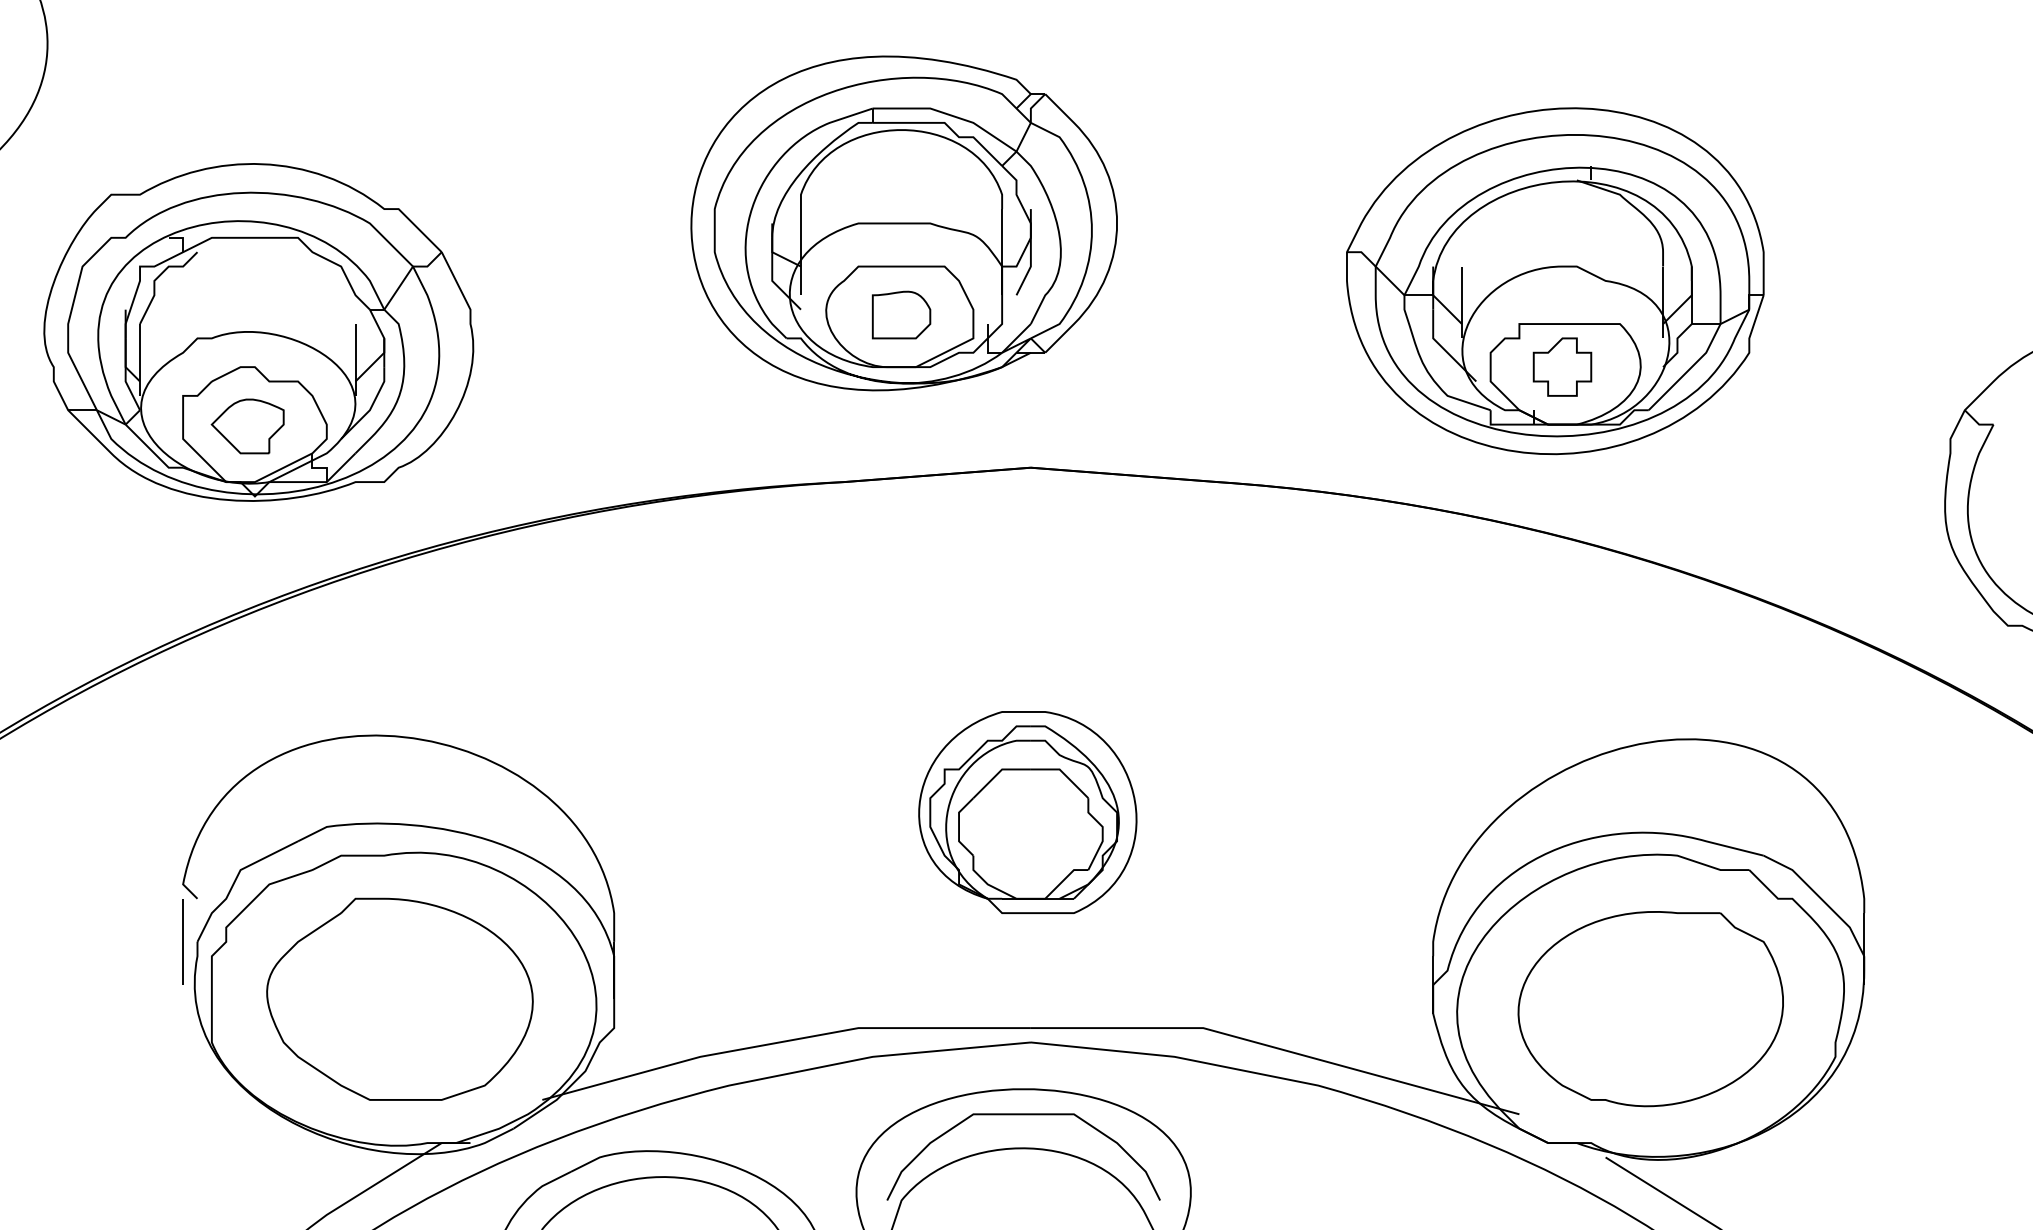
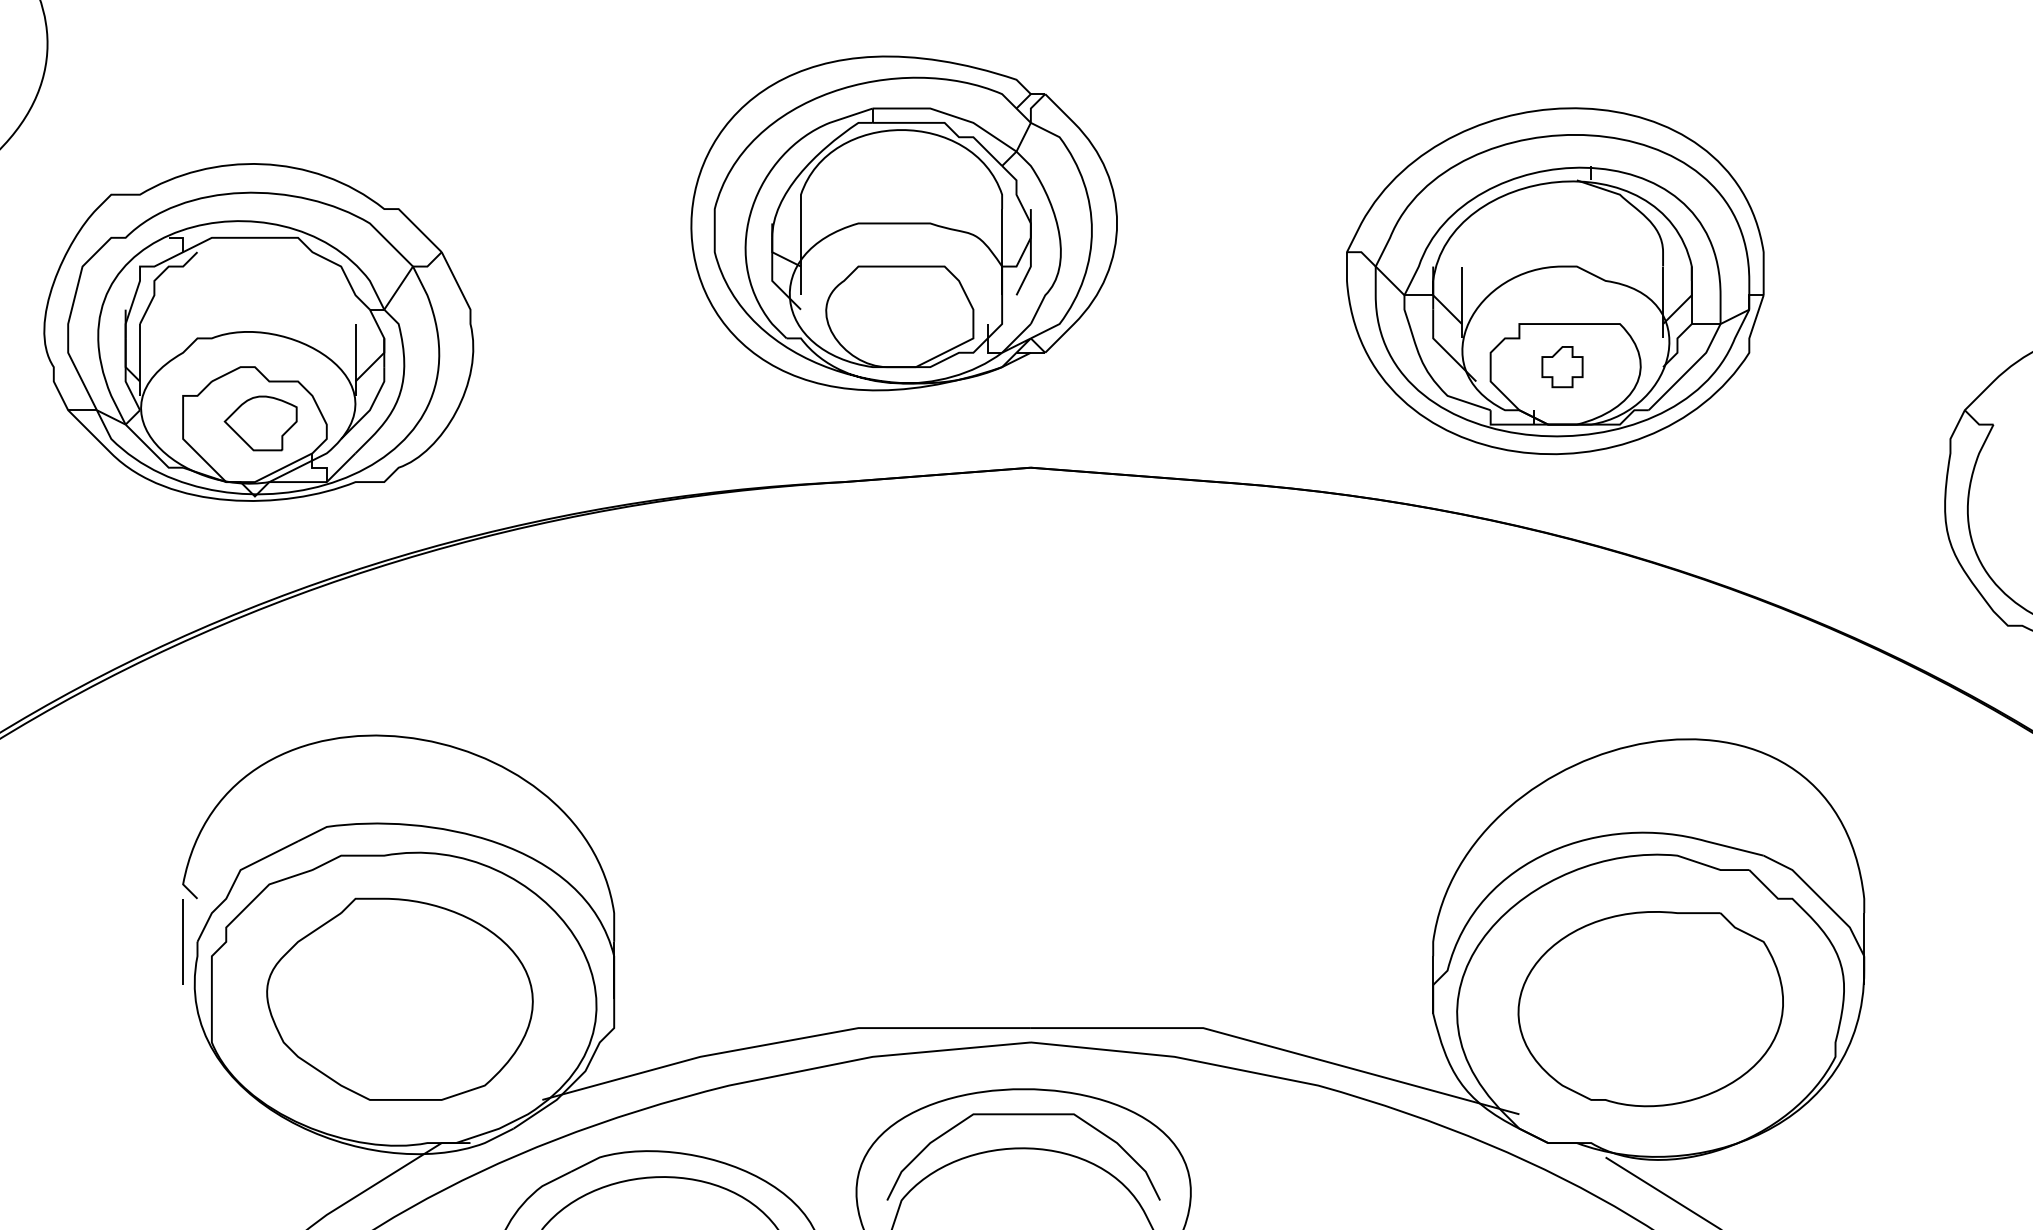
part at (901, 314): present -> none
part at (1562, 366) size: 61x60 px -> 43x43 px
part at (247, 426) position: (247, 426) -> (260, 423)
part at (1027, 812): present -> none
